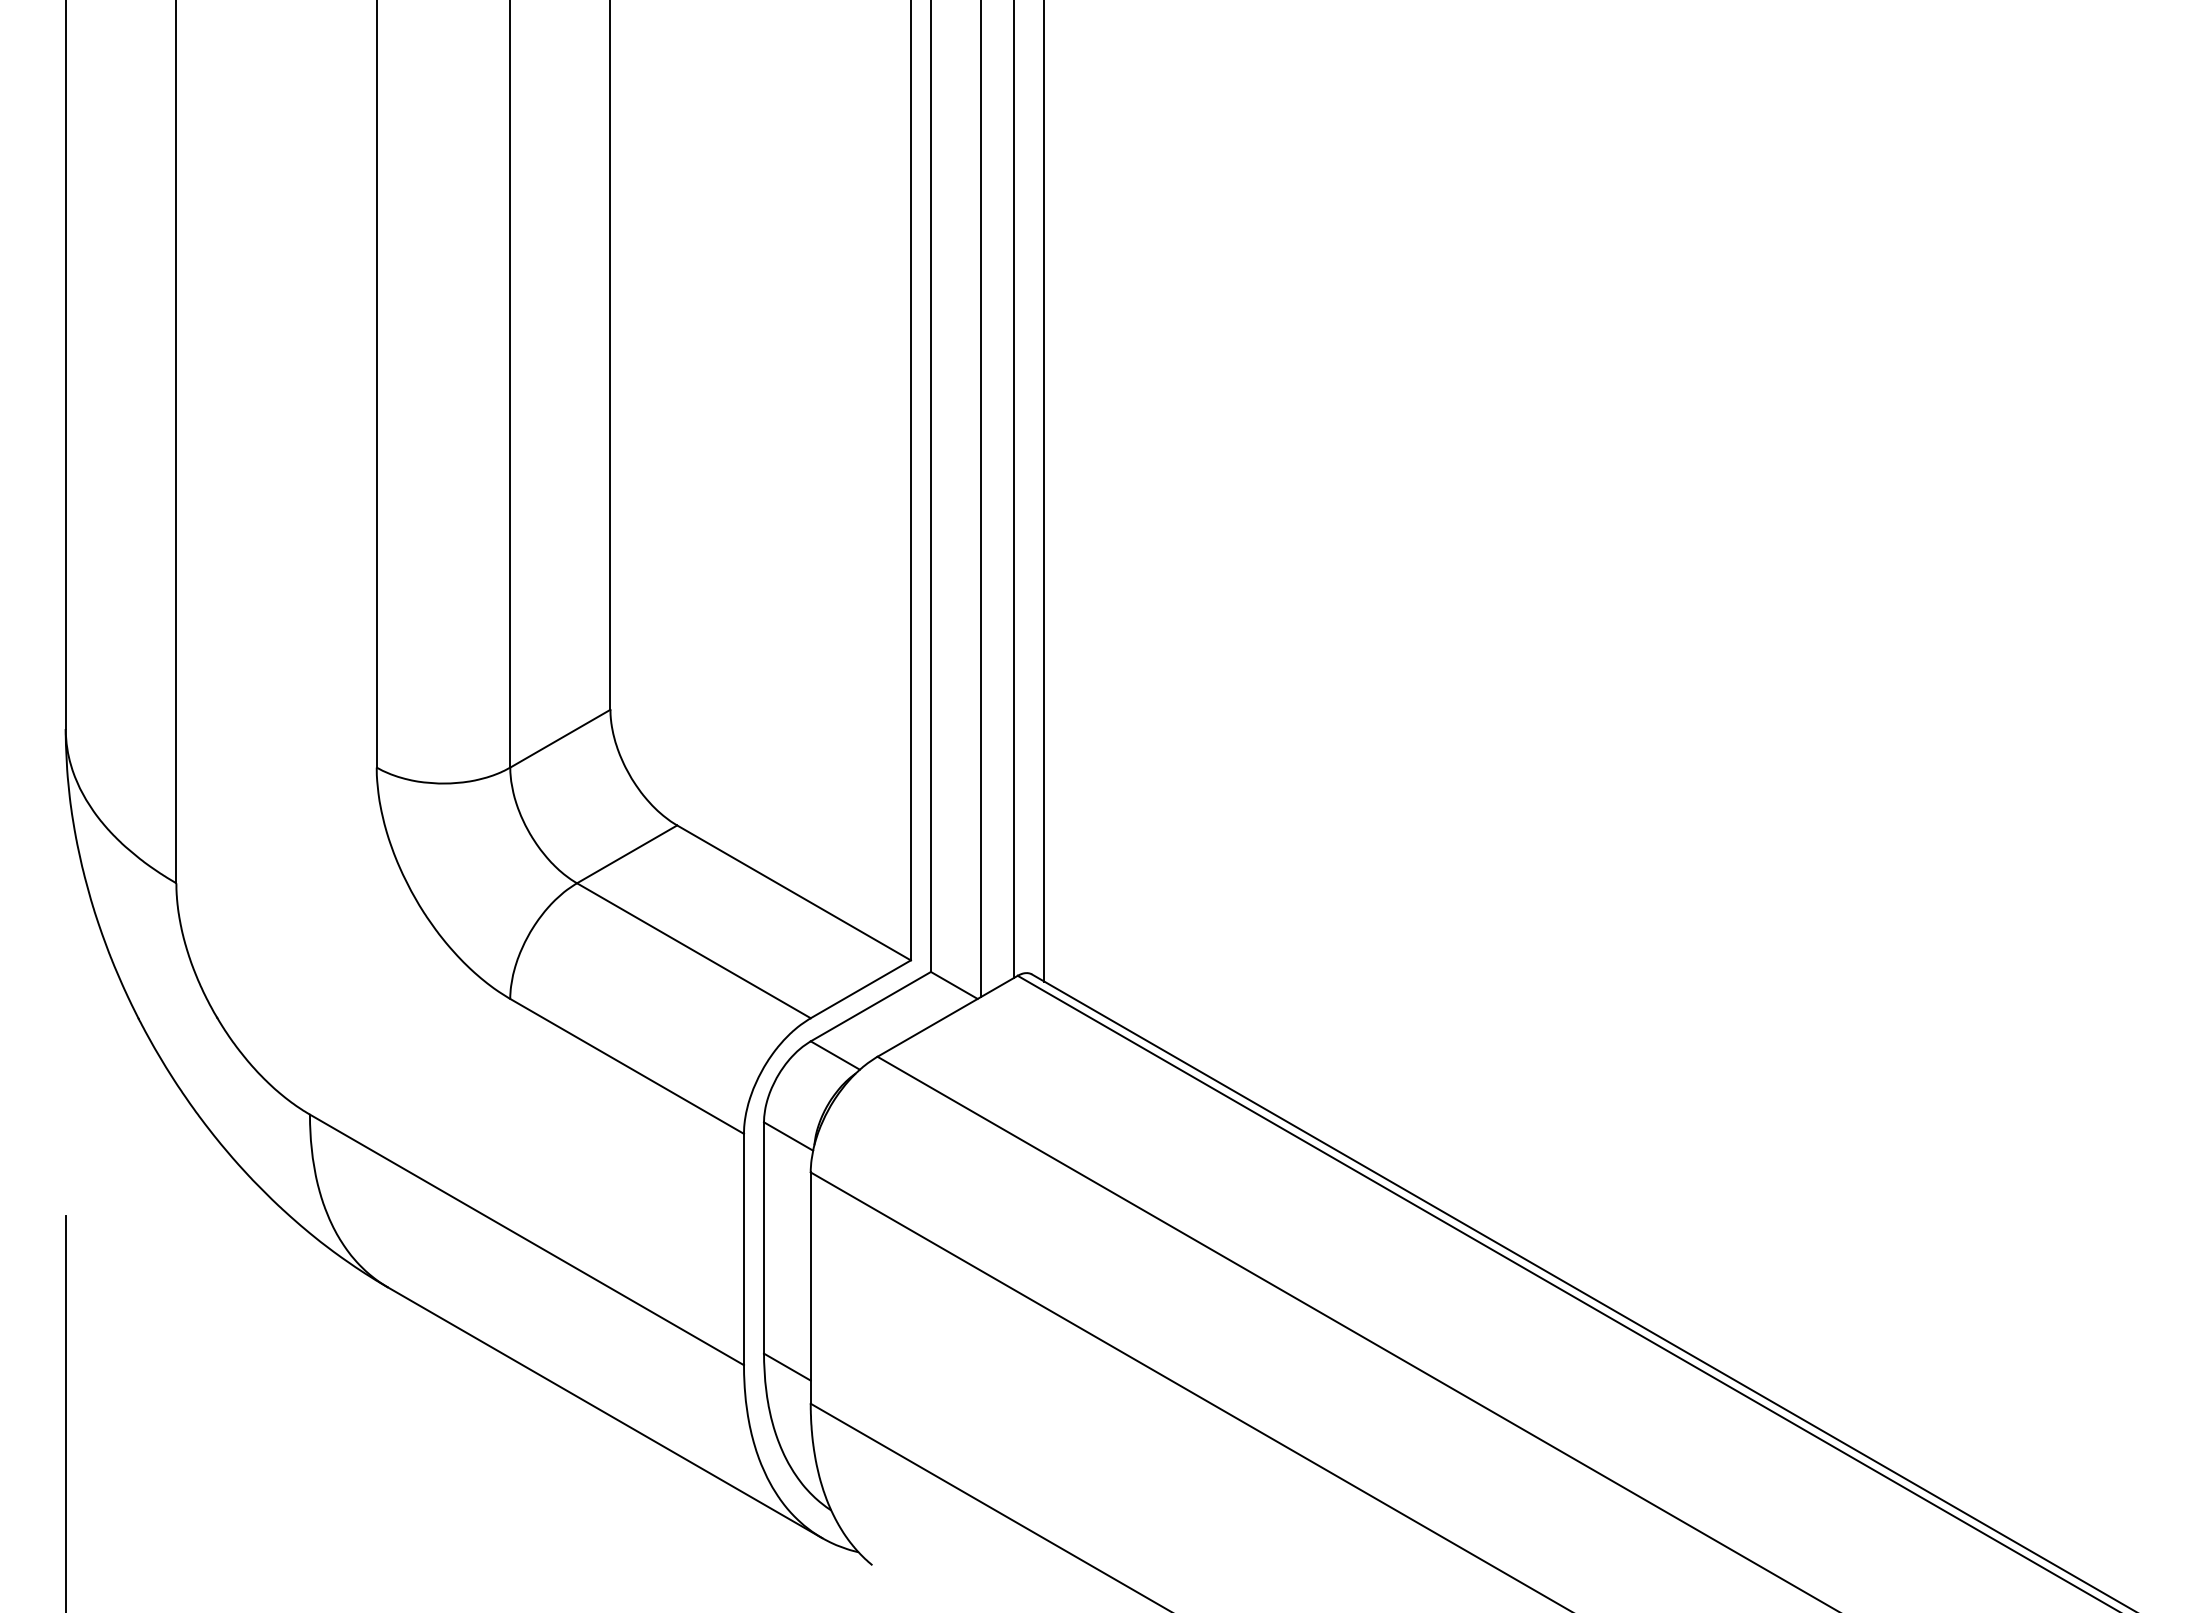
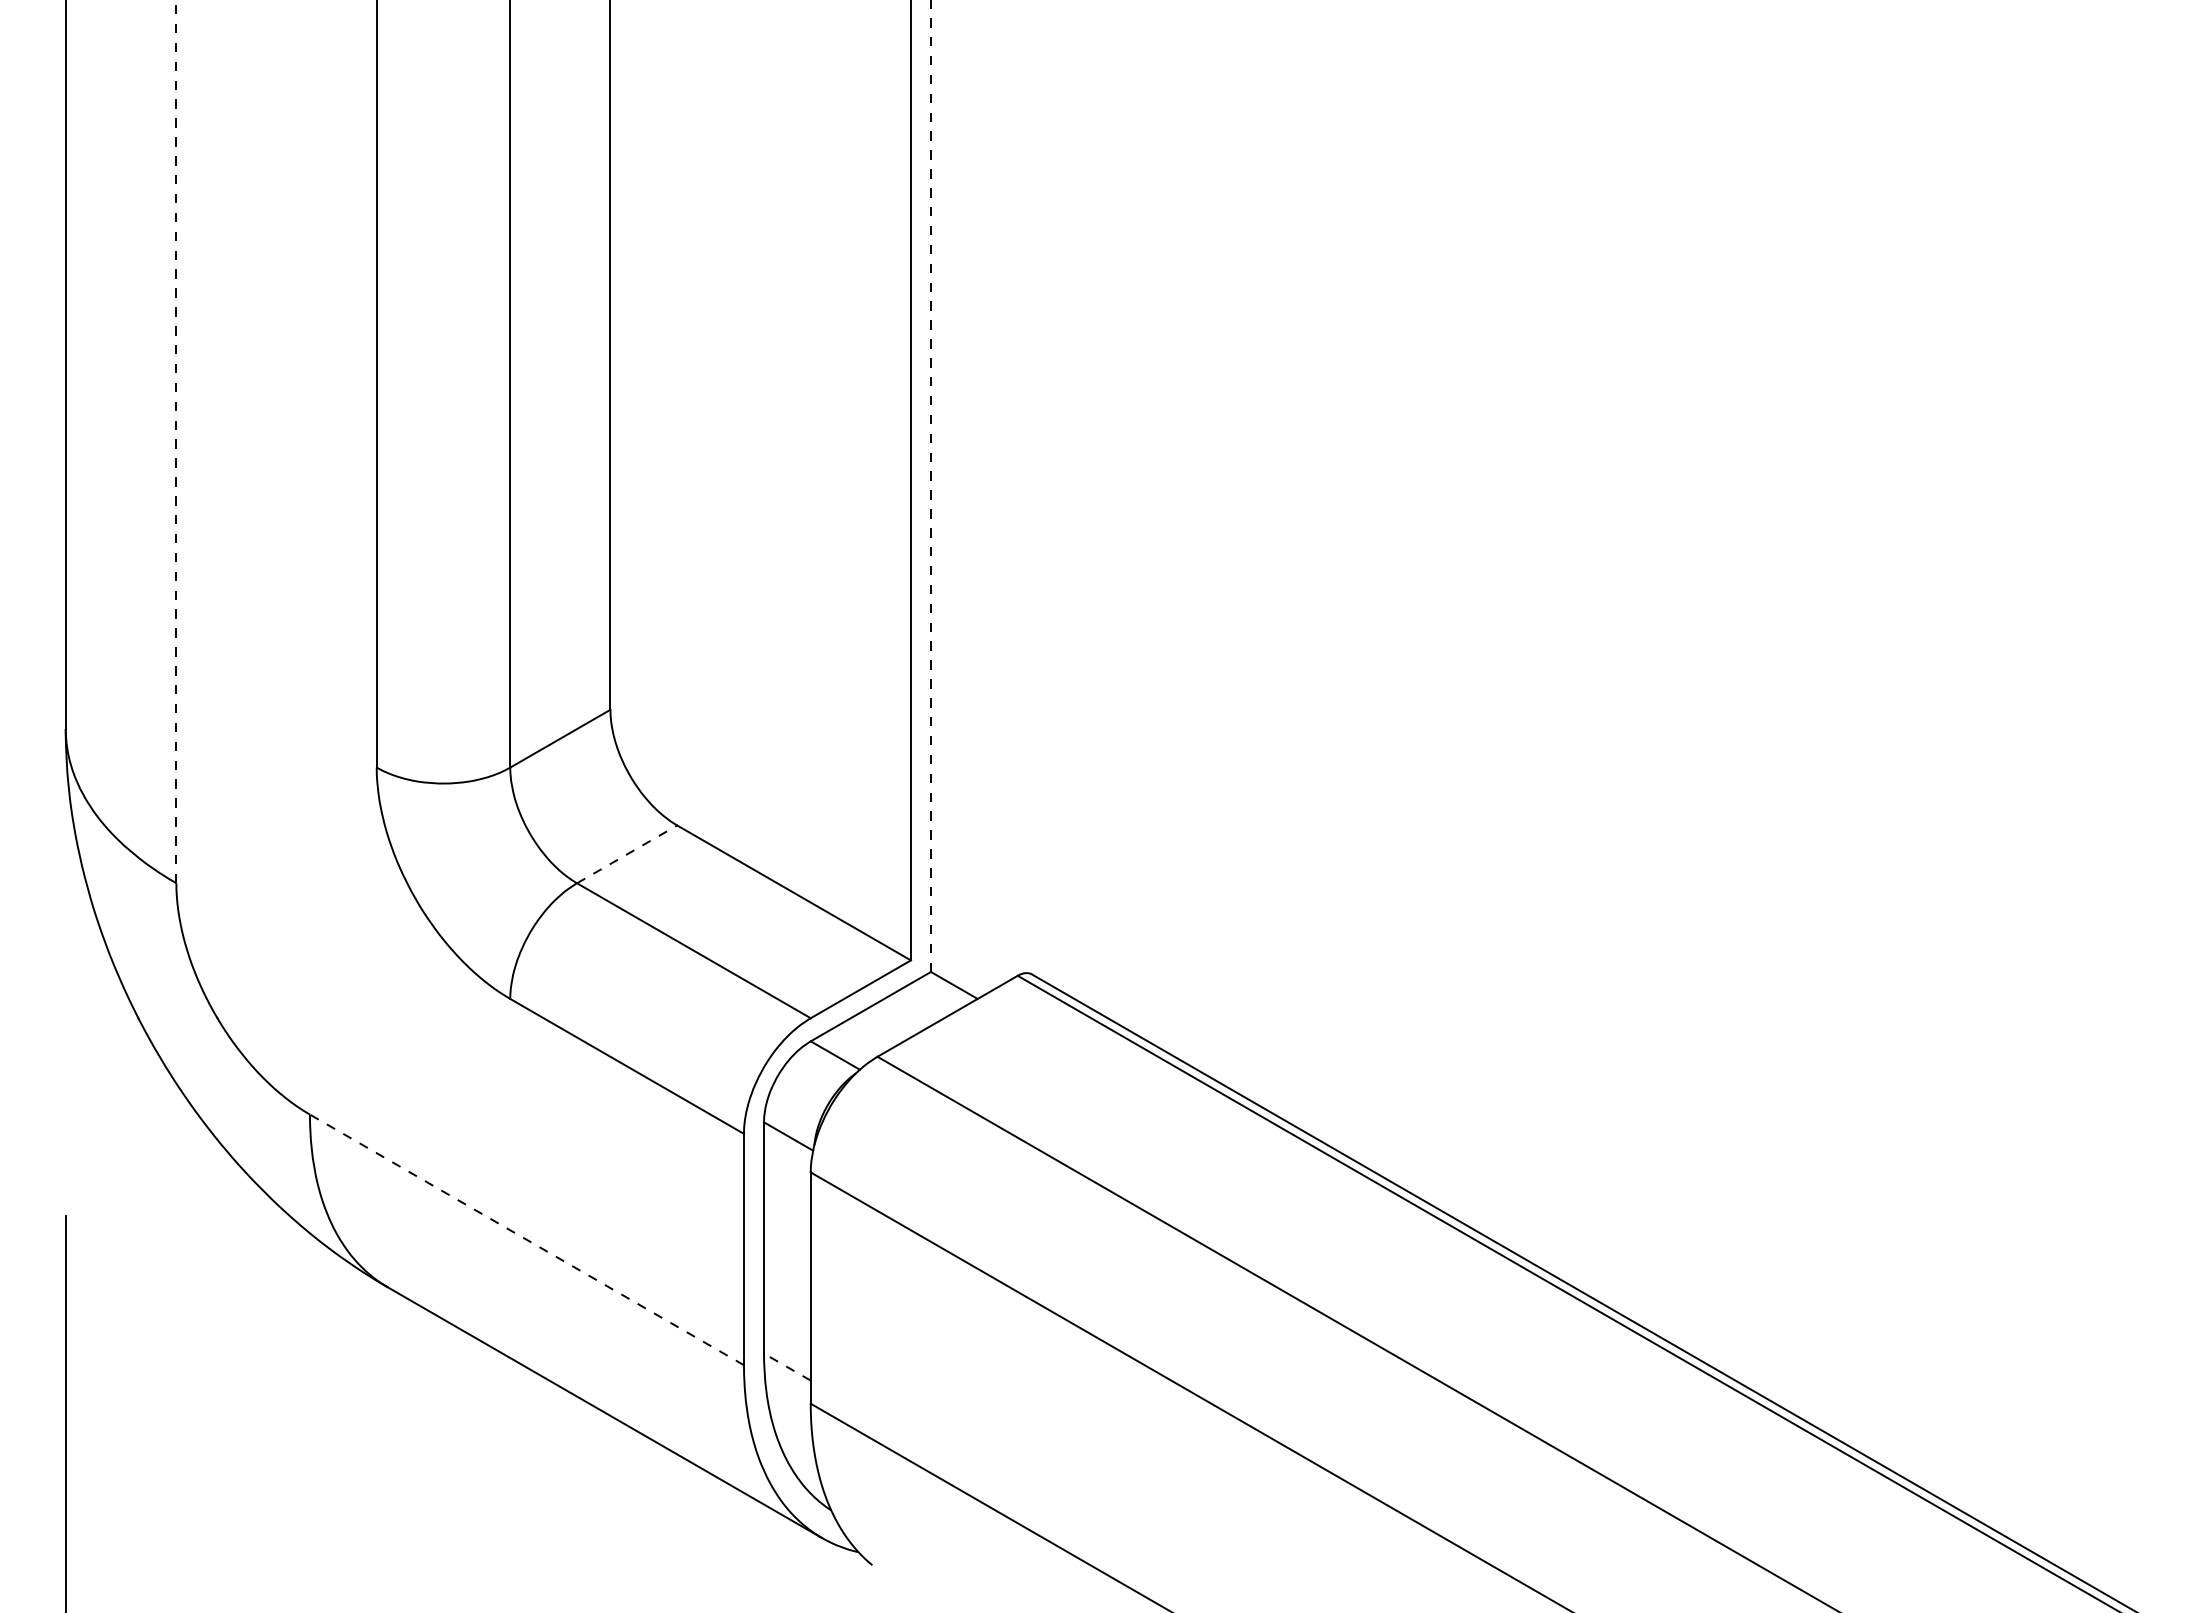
line at (176, 441): solid -> dashed
line at (930, 486): solid -> dashed
line at (1014, 489): present -> none
line at (1044, 491): present -> none
line at (981, 499): present -> none
line at (627, 854): solid -> dashed
line at (526, 1239): solid -> dashed
line at (787, 1367): solid -> dashed
